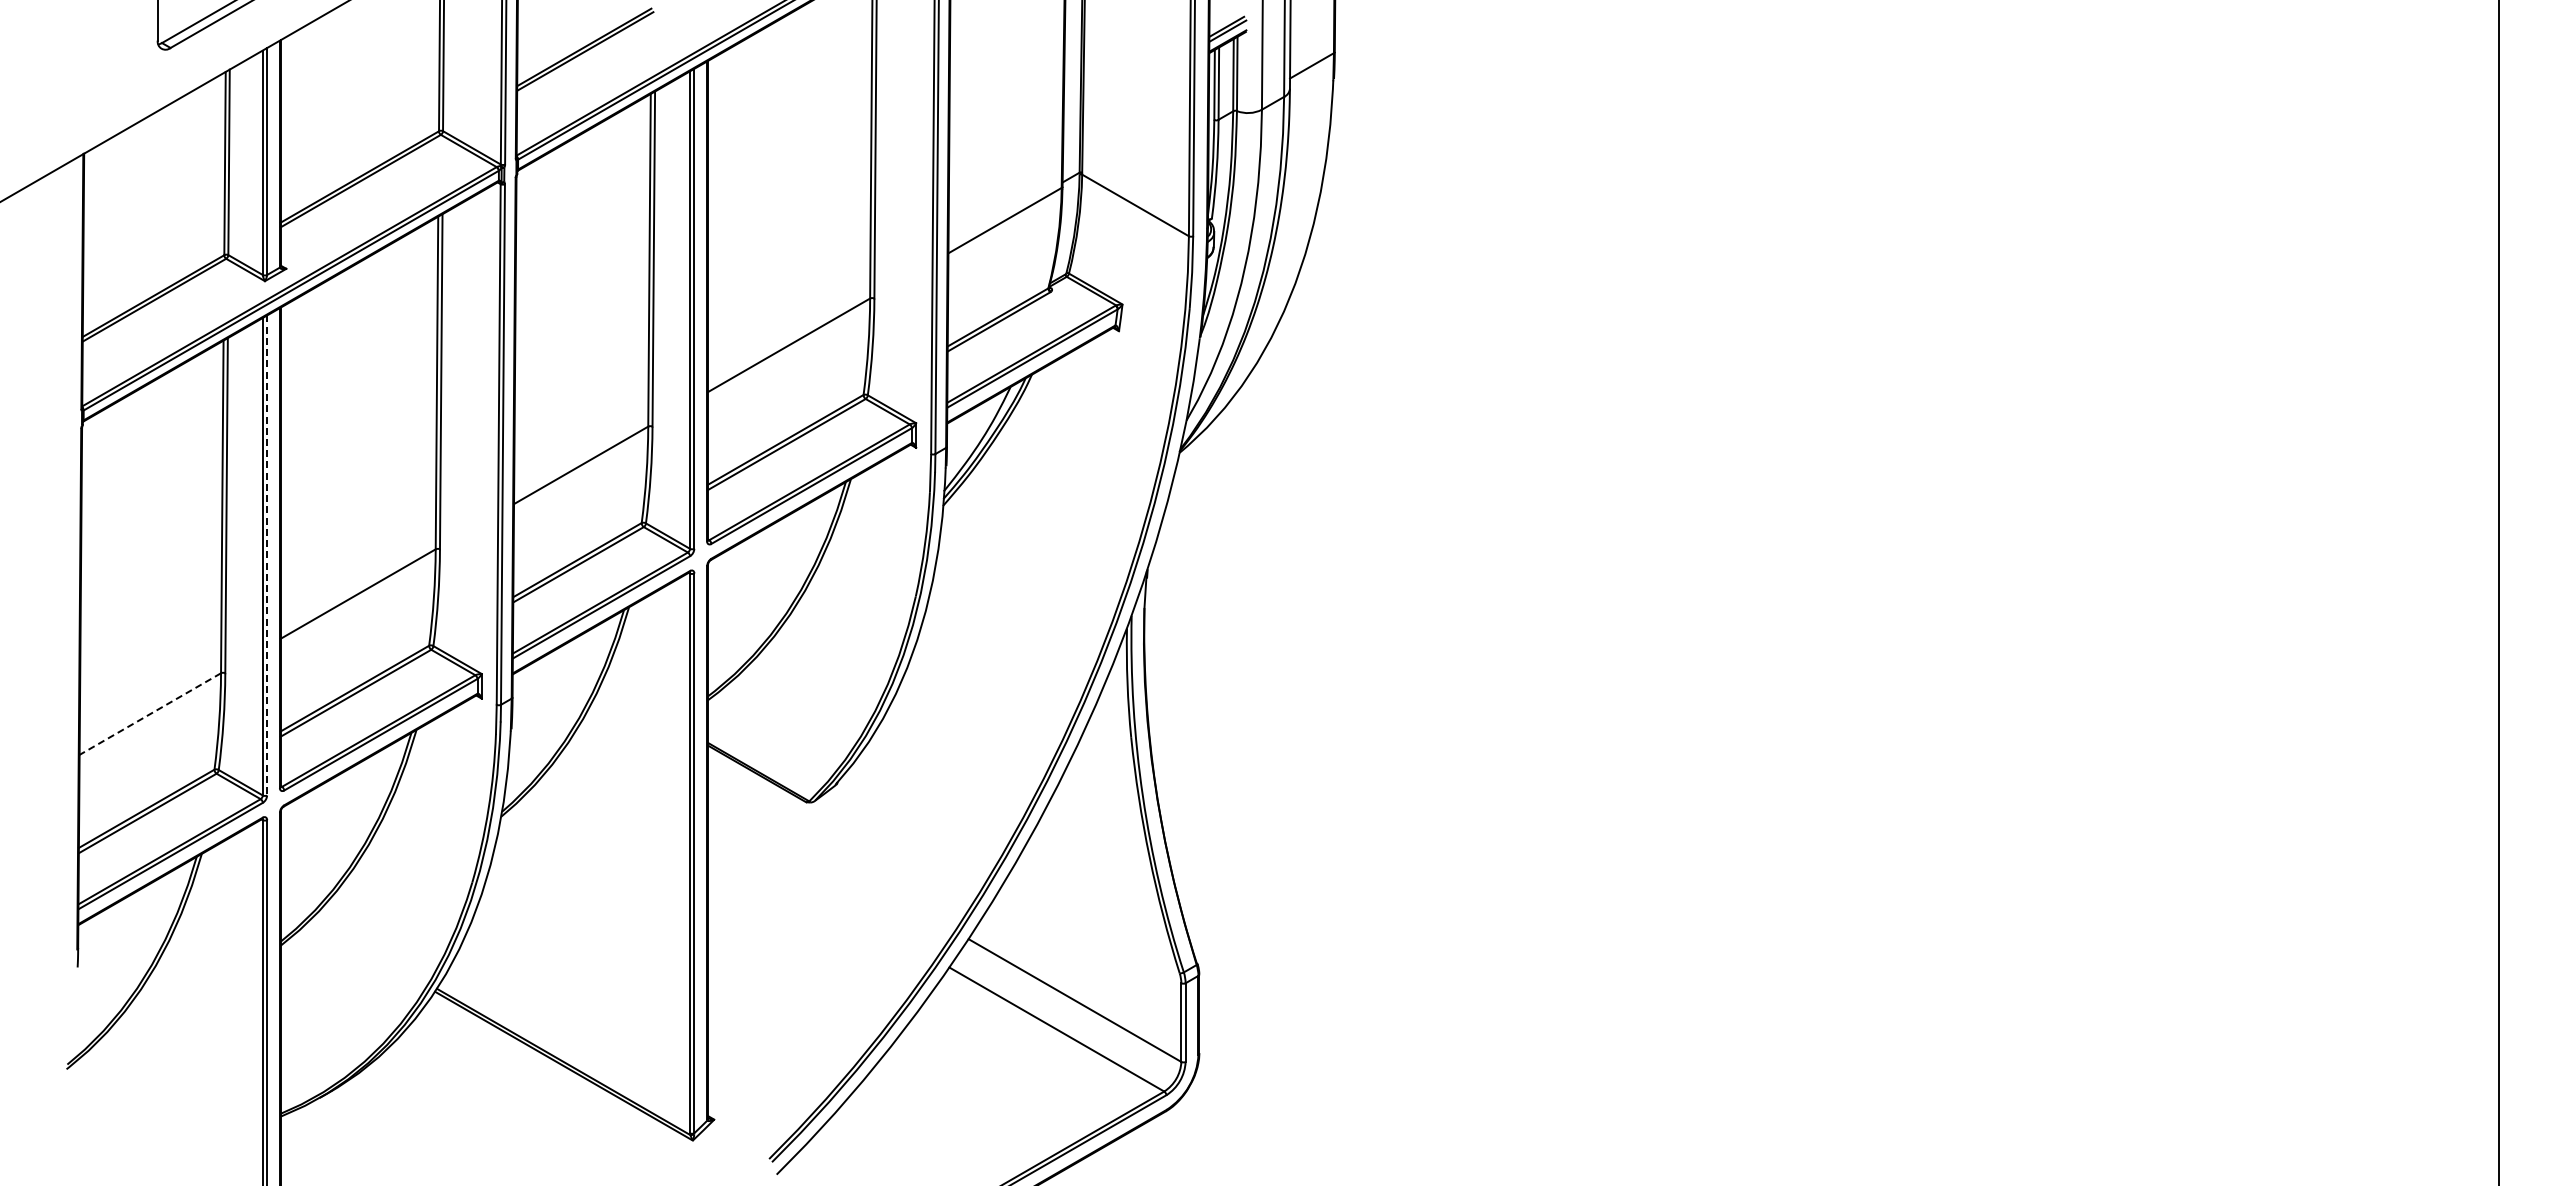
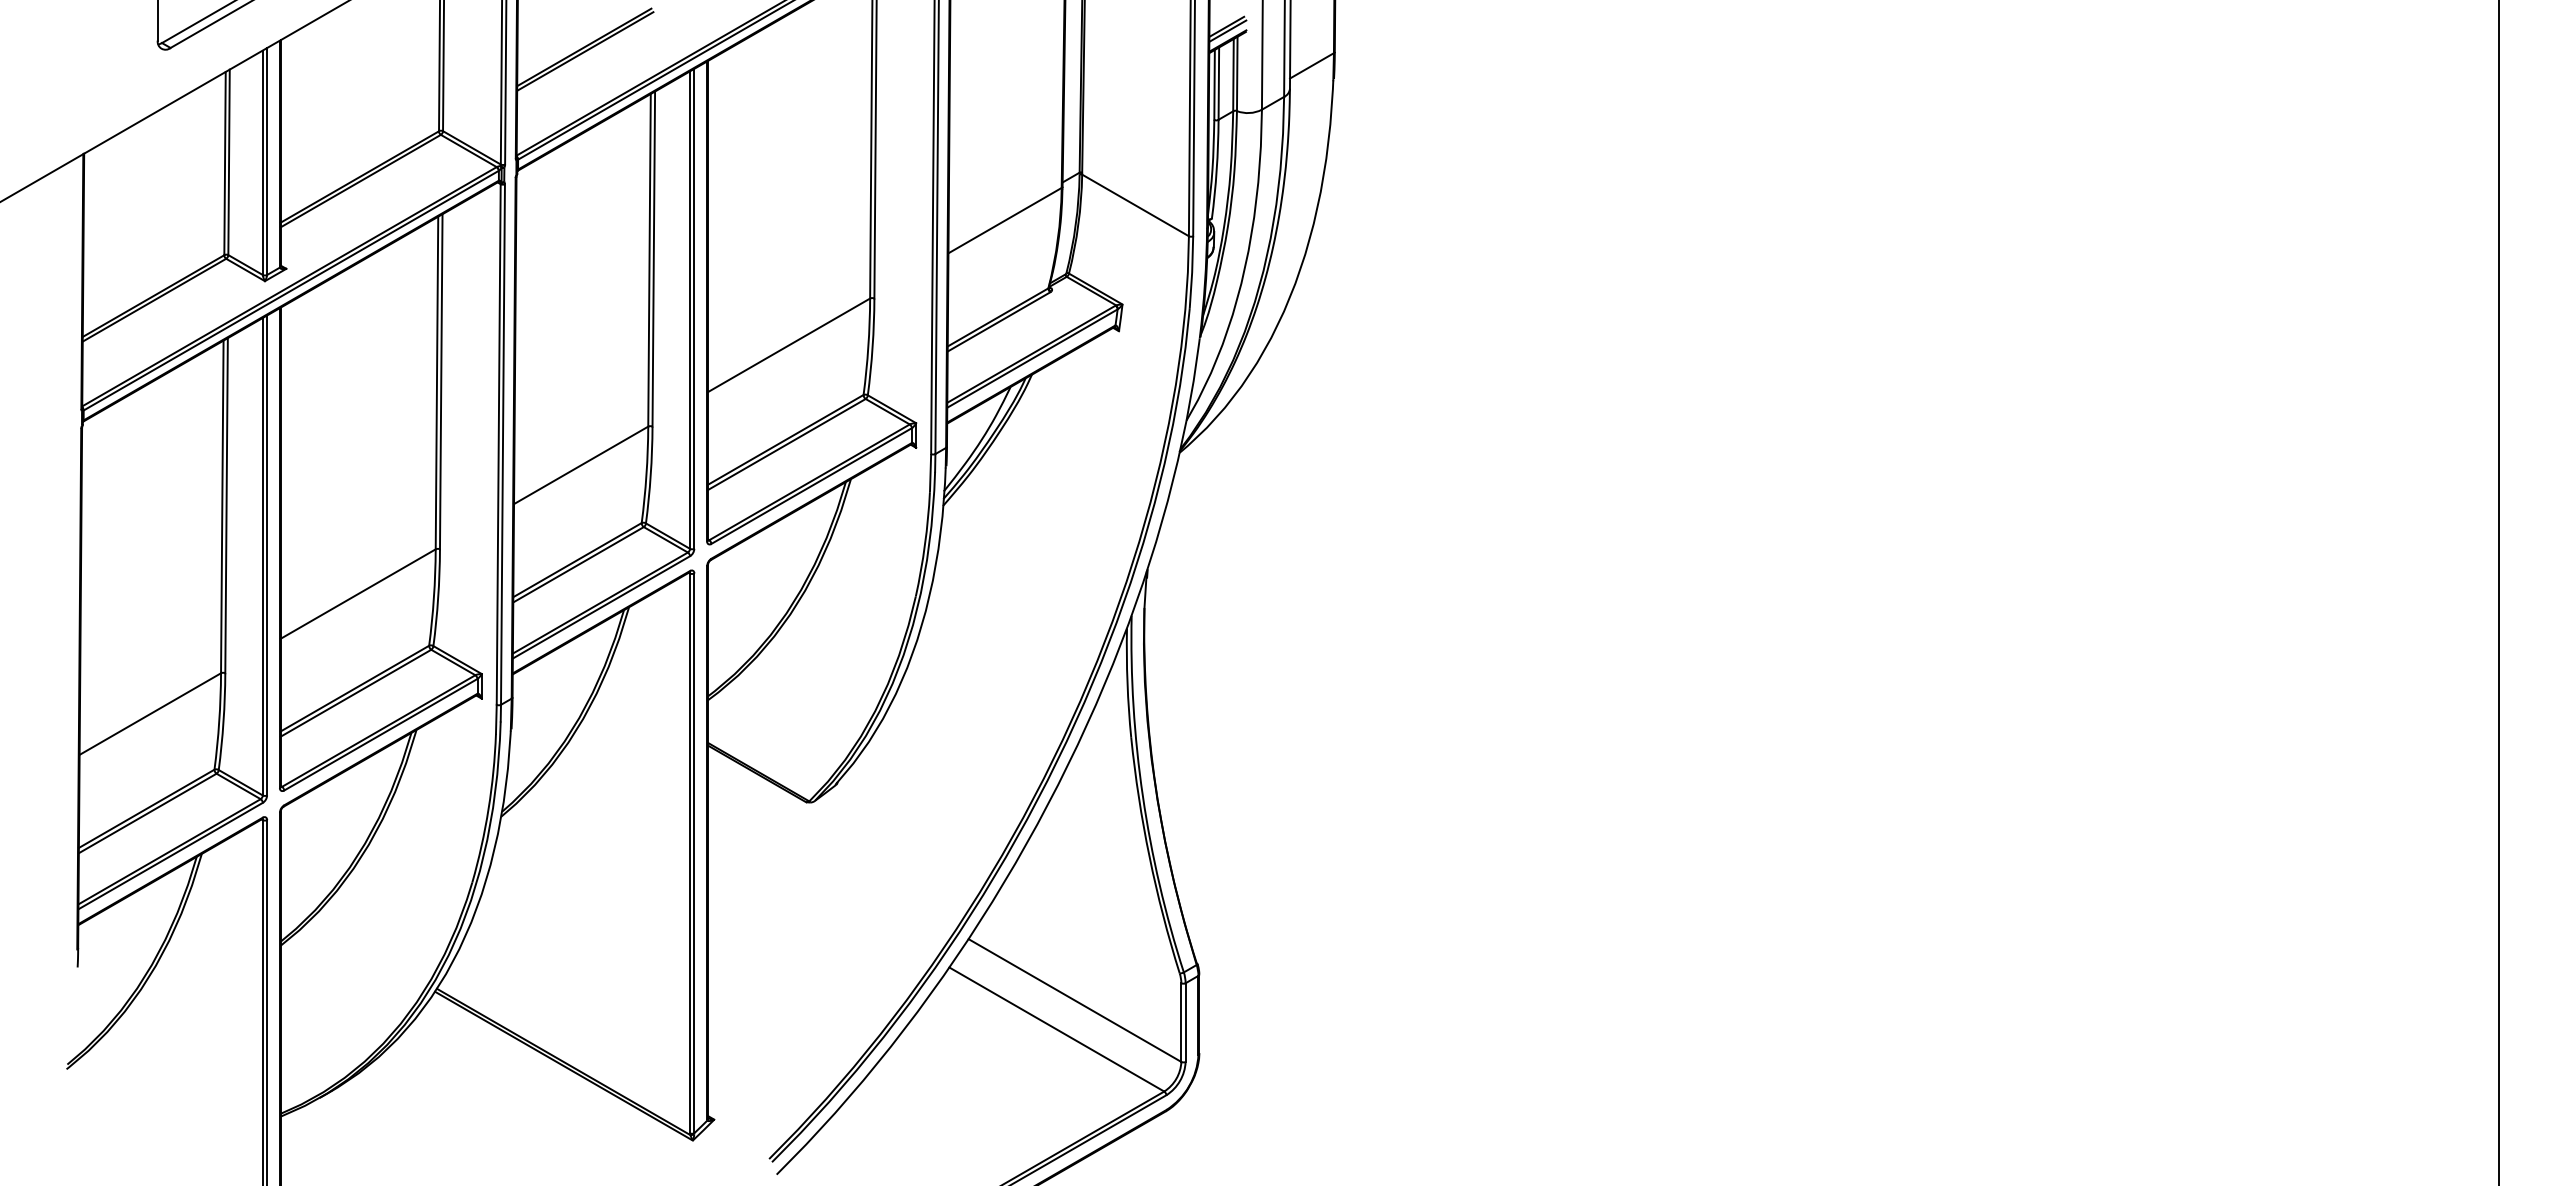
line at (267, 555): dashed -> solid
line at (150, 714): dashed -> solid
